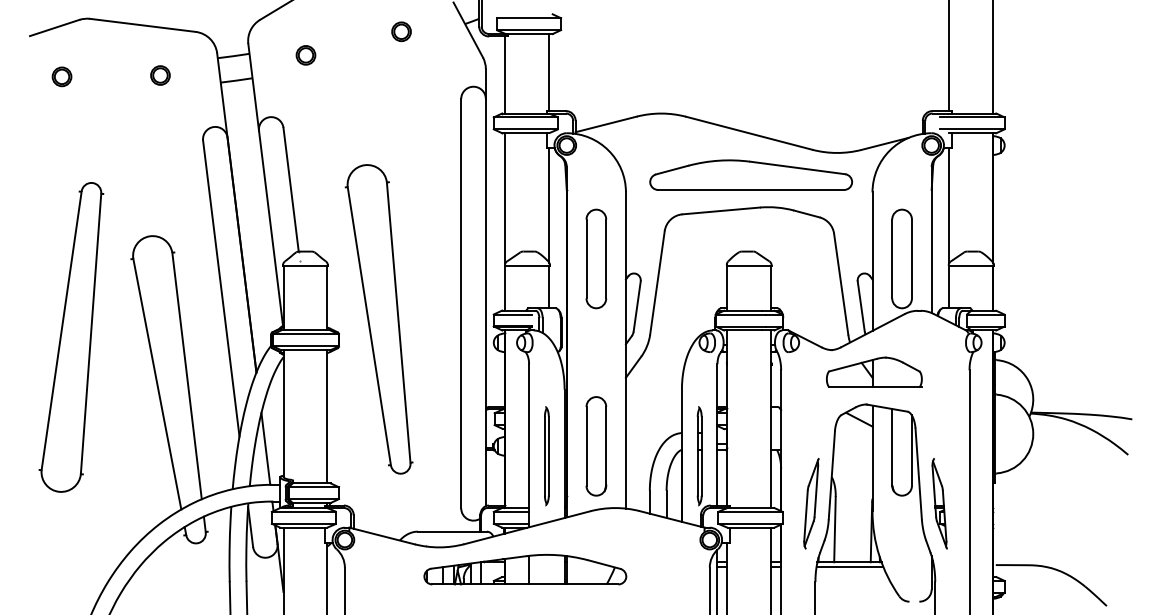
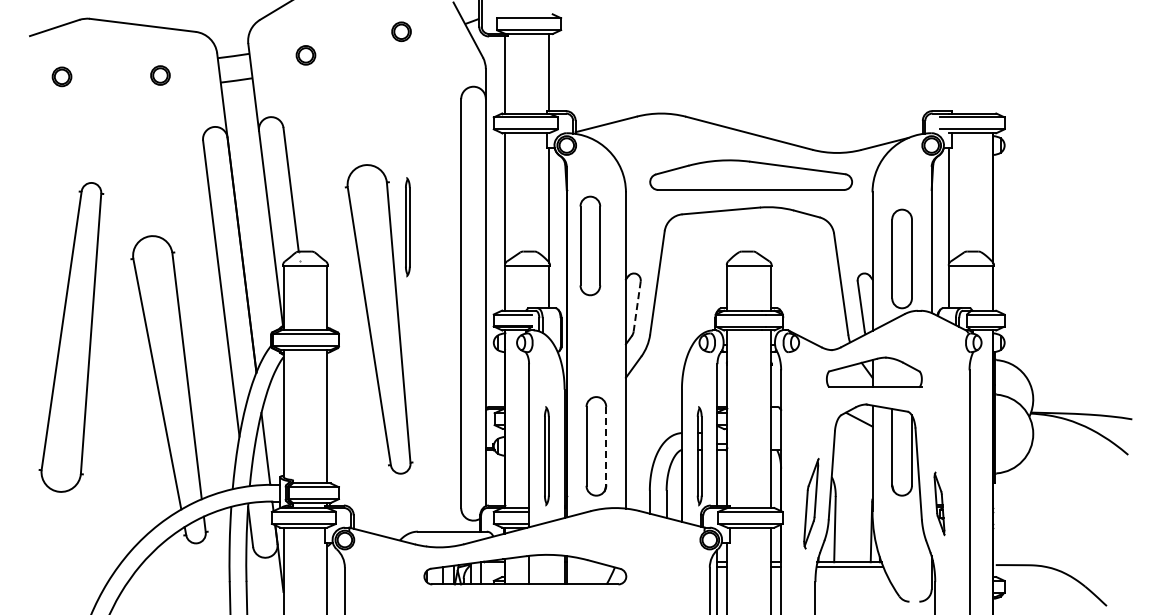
line at (949, 56): present -> none
line at (993, 57): present -> none
part at (407, 227): none -> present
part at (596, 258) position: (596, 258) -> (590, 245)
line at (637, 306): solid -> dashed
line at (606, 446): solid -> dashed
part at (939, 503) size: 17x92 px -> 13x66 px
